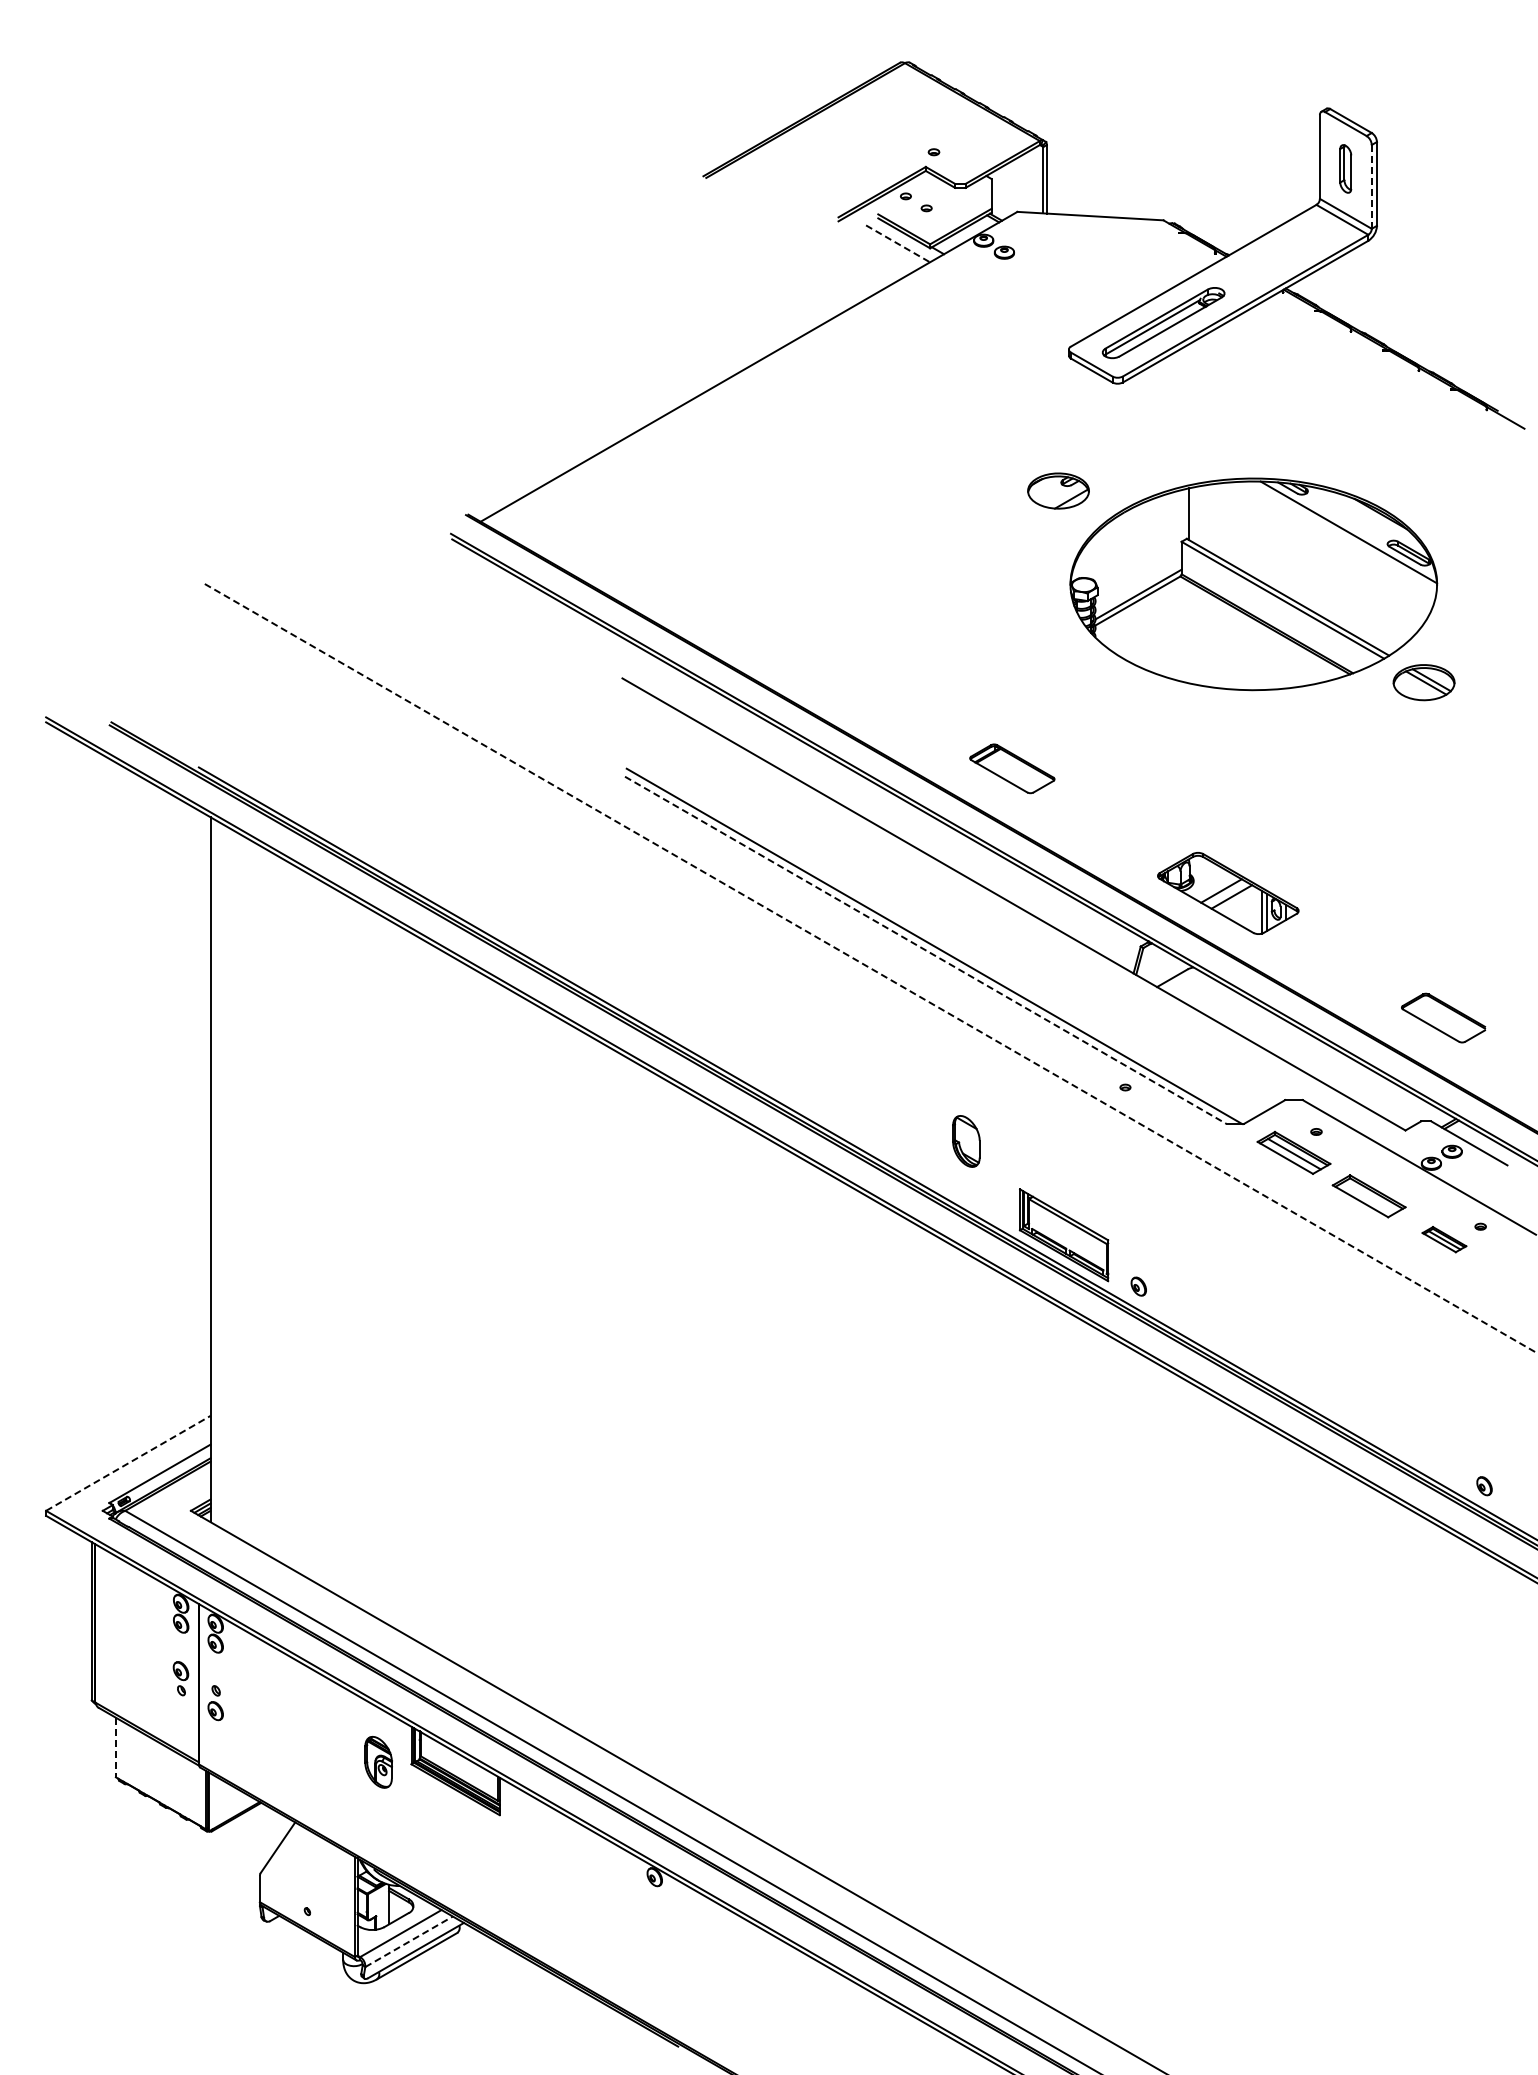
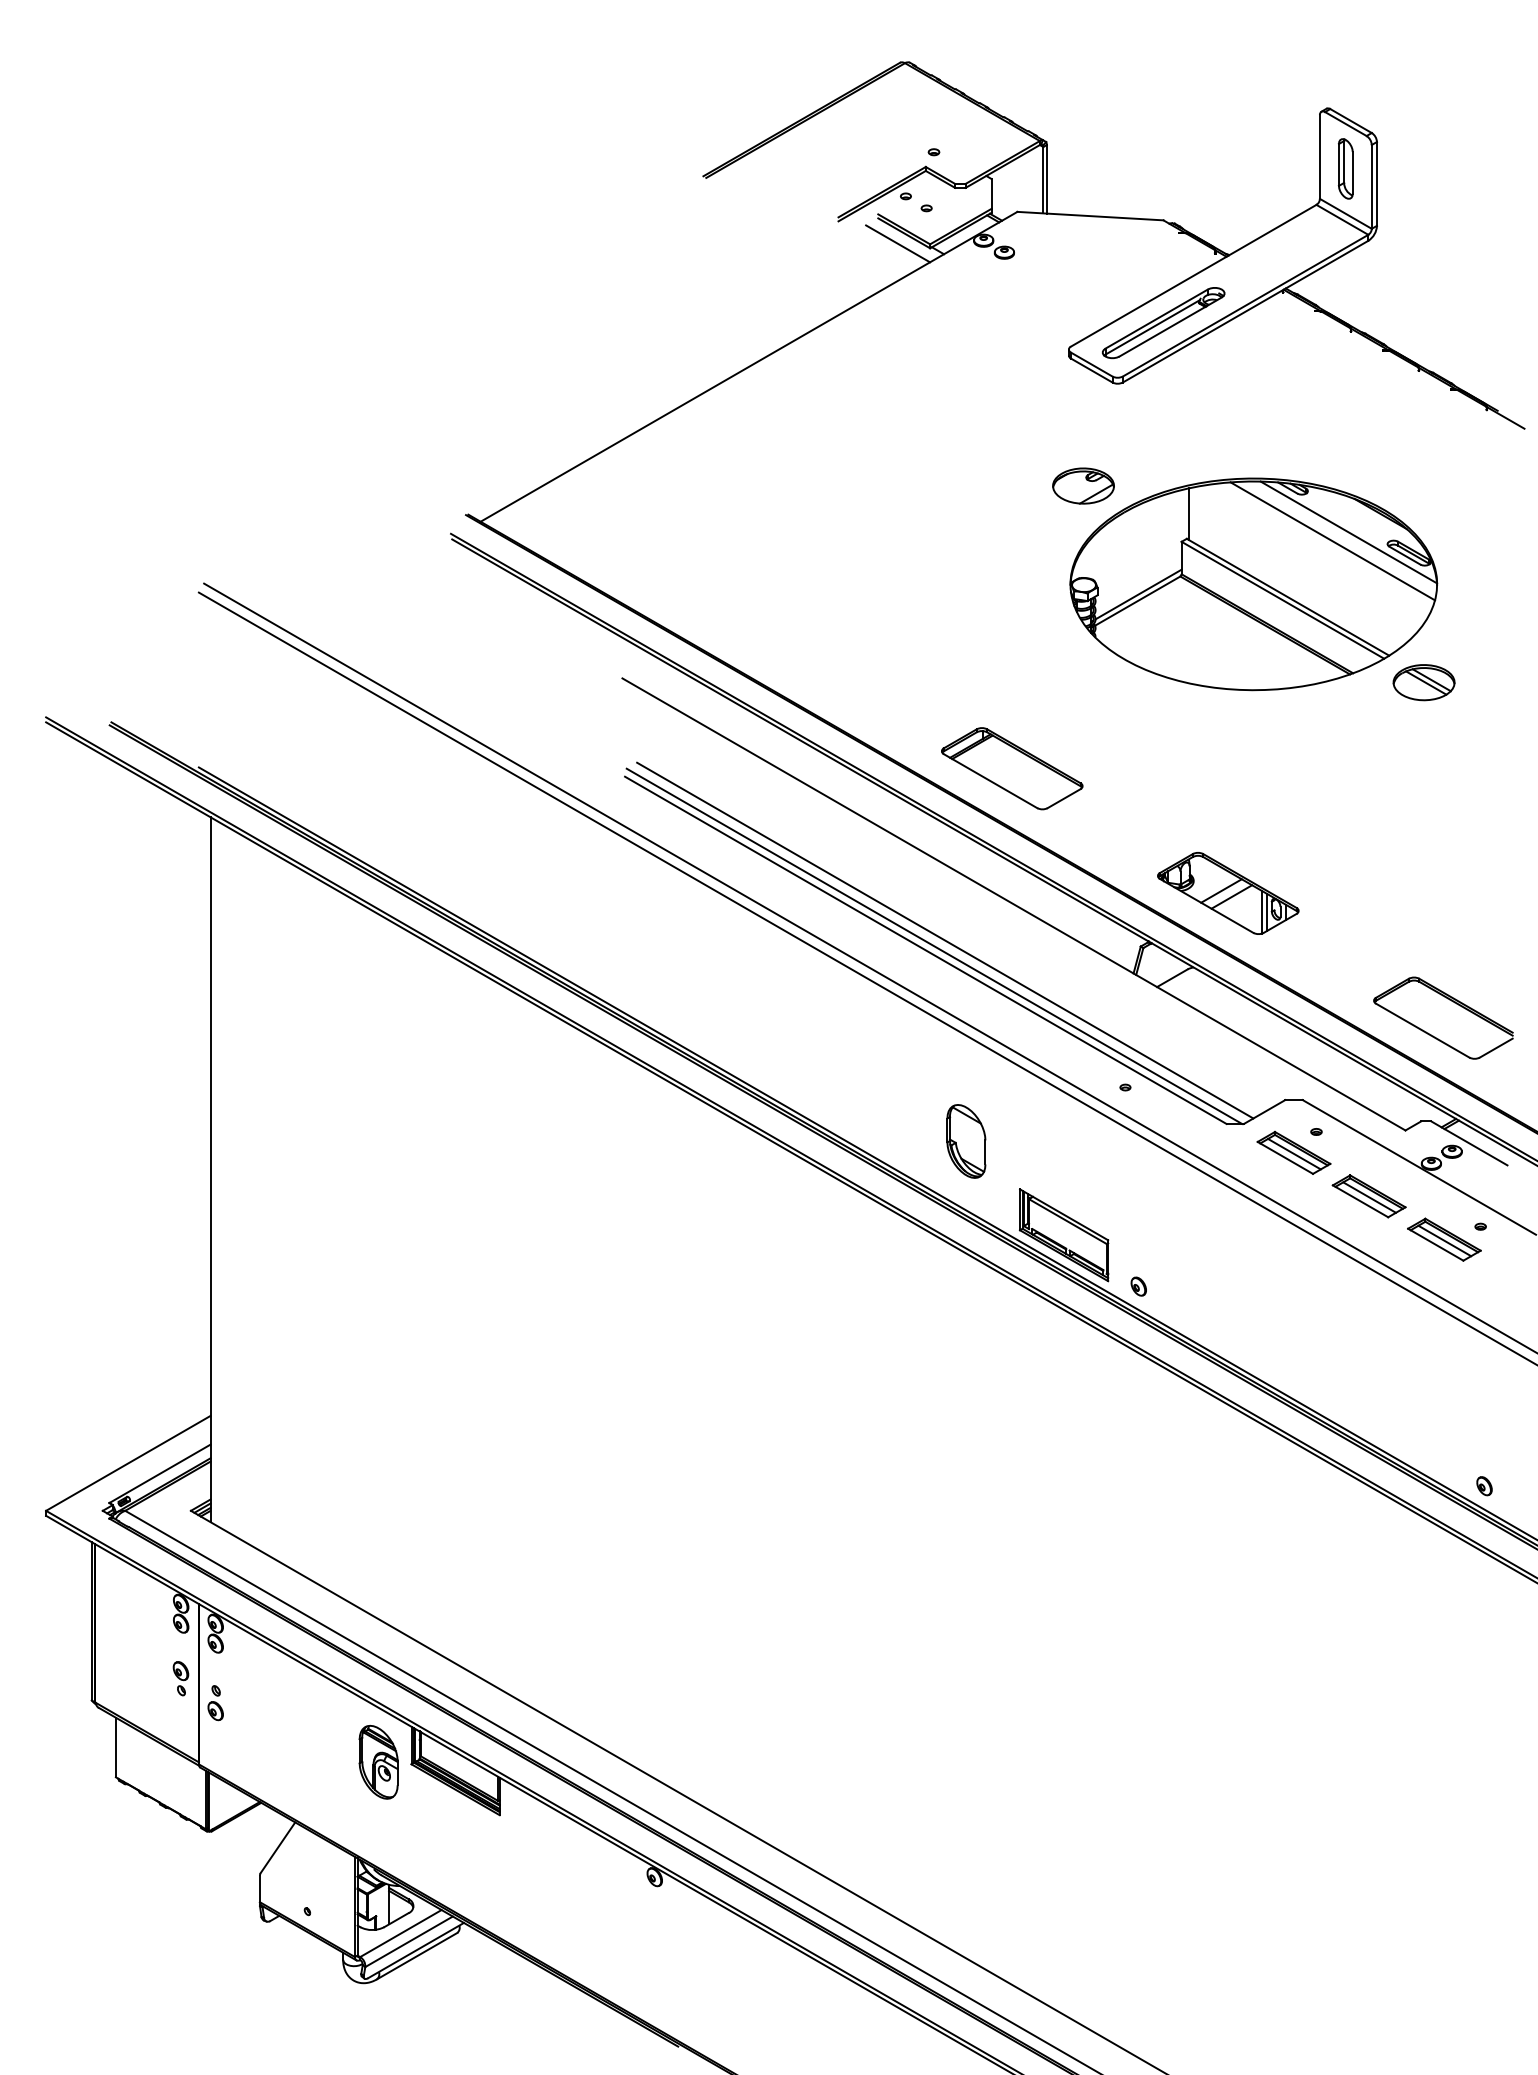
part at (1345, 168) size: 14x50 px -> 17x62 px
line at (1371, 186): dashed -> solid
line at (898, 243): dashed -> solid
part at (1058, 490) position: (1058, 490) -> (1083, 485)
line at (1332, 541): none -> present
part at (1012, 768) size: 87x52 px -> 143x84 px
line at (945, 940): none -> present
line at (926, 950): dashed -> solid
line at (870, 968): dashed -> solid
line at (866, 977): none -> present
part at (1443, 1017) size: 86x52 px -> 141x84 px
part at (966, 1141) size: 29x53 px -> 41x75 px
line at (1369, 1197): none -> present
part at (1444, 1239) size: 47x28 px -> 75x45 px
line at (128, 1463): dashed -> solid
line at (115, 1747): dashed -> solid
part at (378, 1762) size: 29x53 px -> 41x75 px
line at (409, 1941): dashed -> solid
